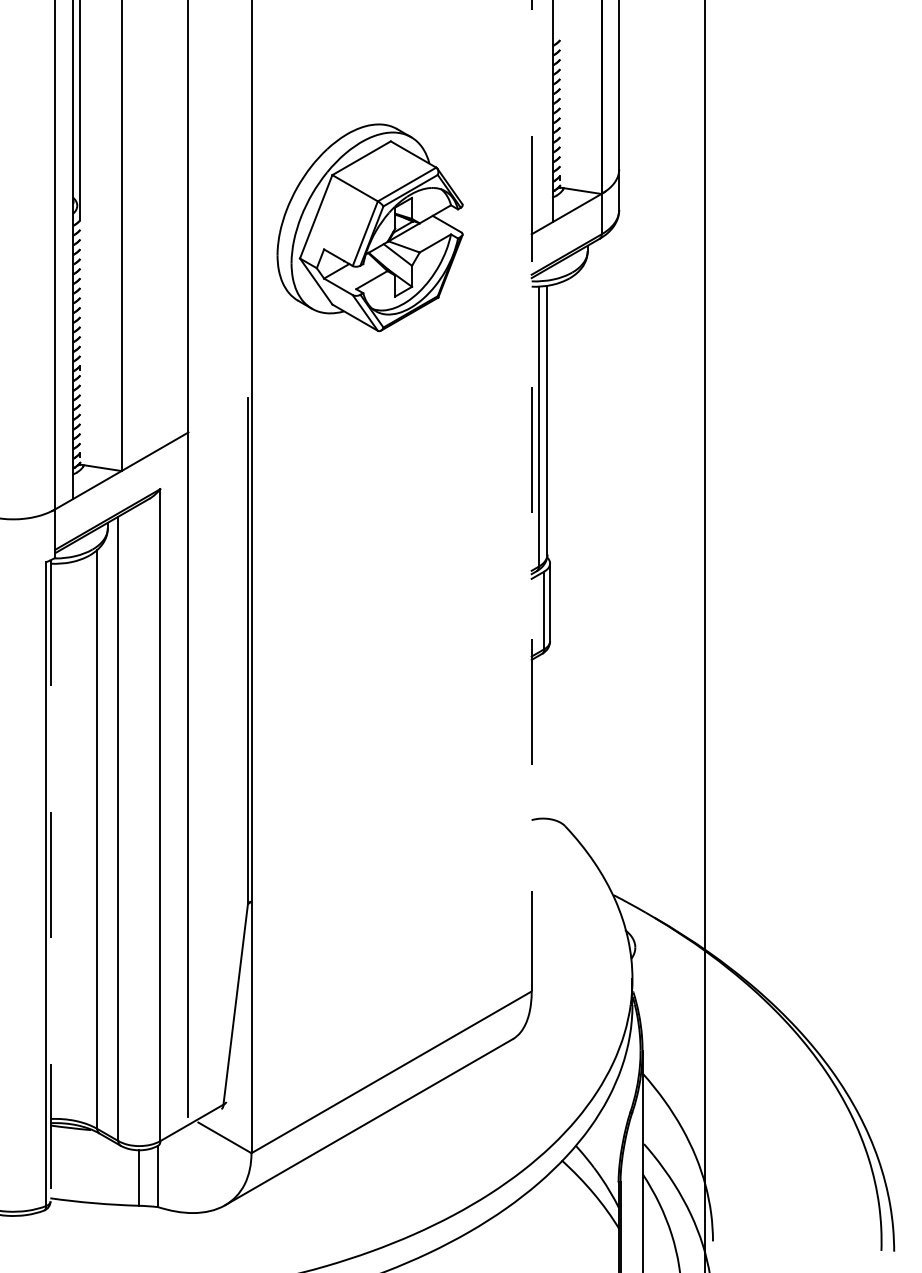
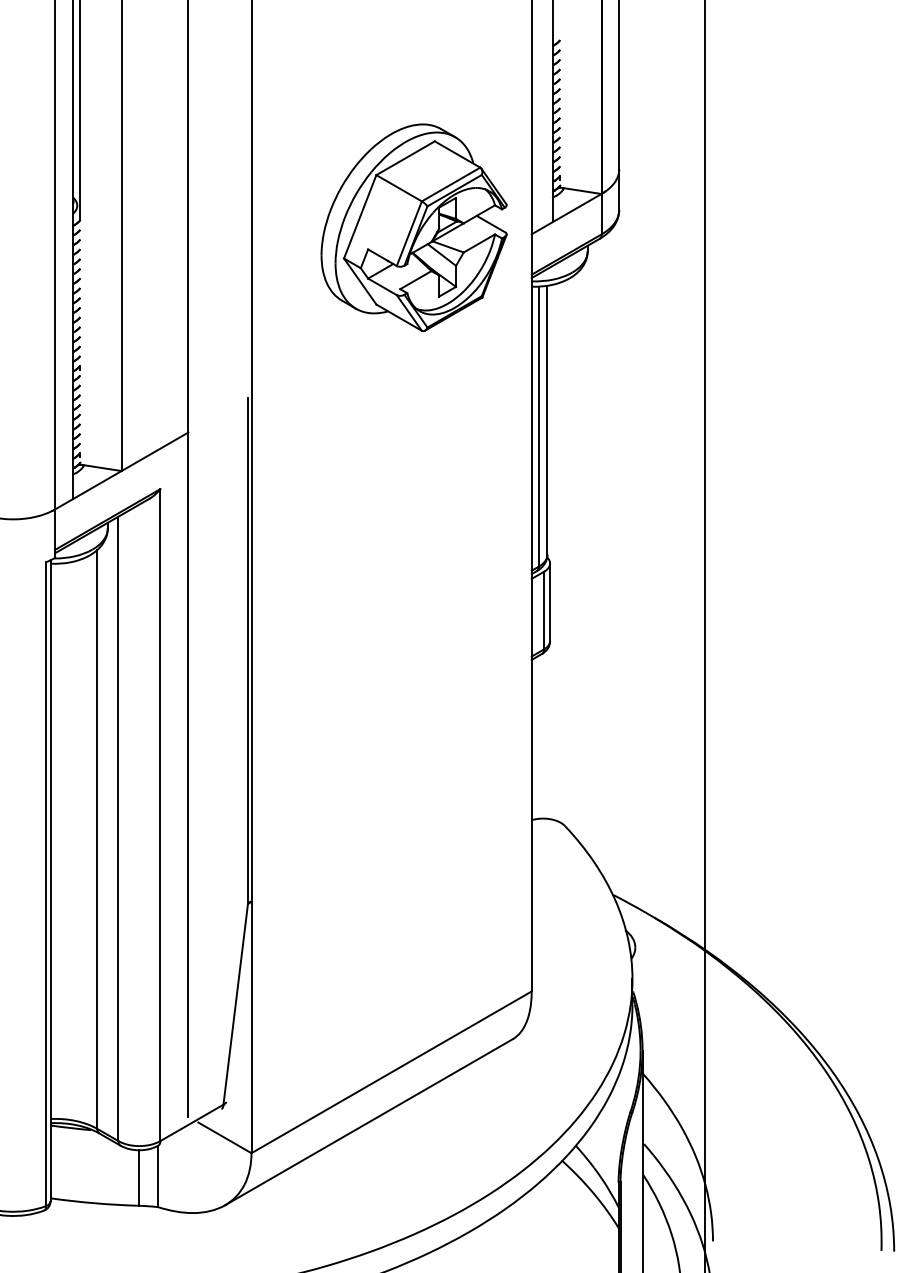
part at (369, 227) position: (369, 227) -> (413, 227)
line at (531, 496): dashed -> solid
line at (50, 880): dashed -> solid
